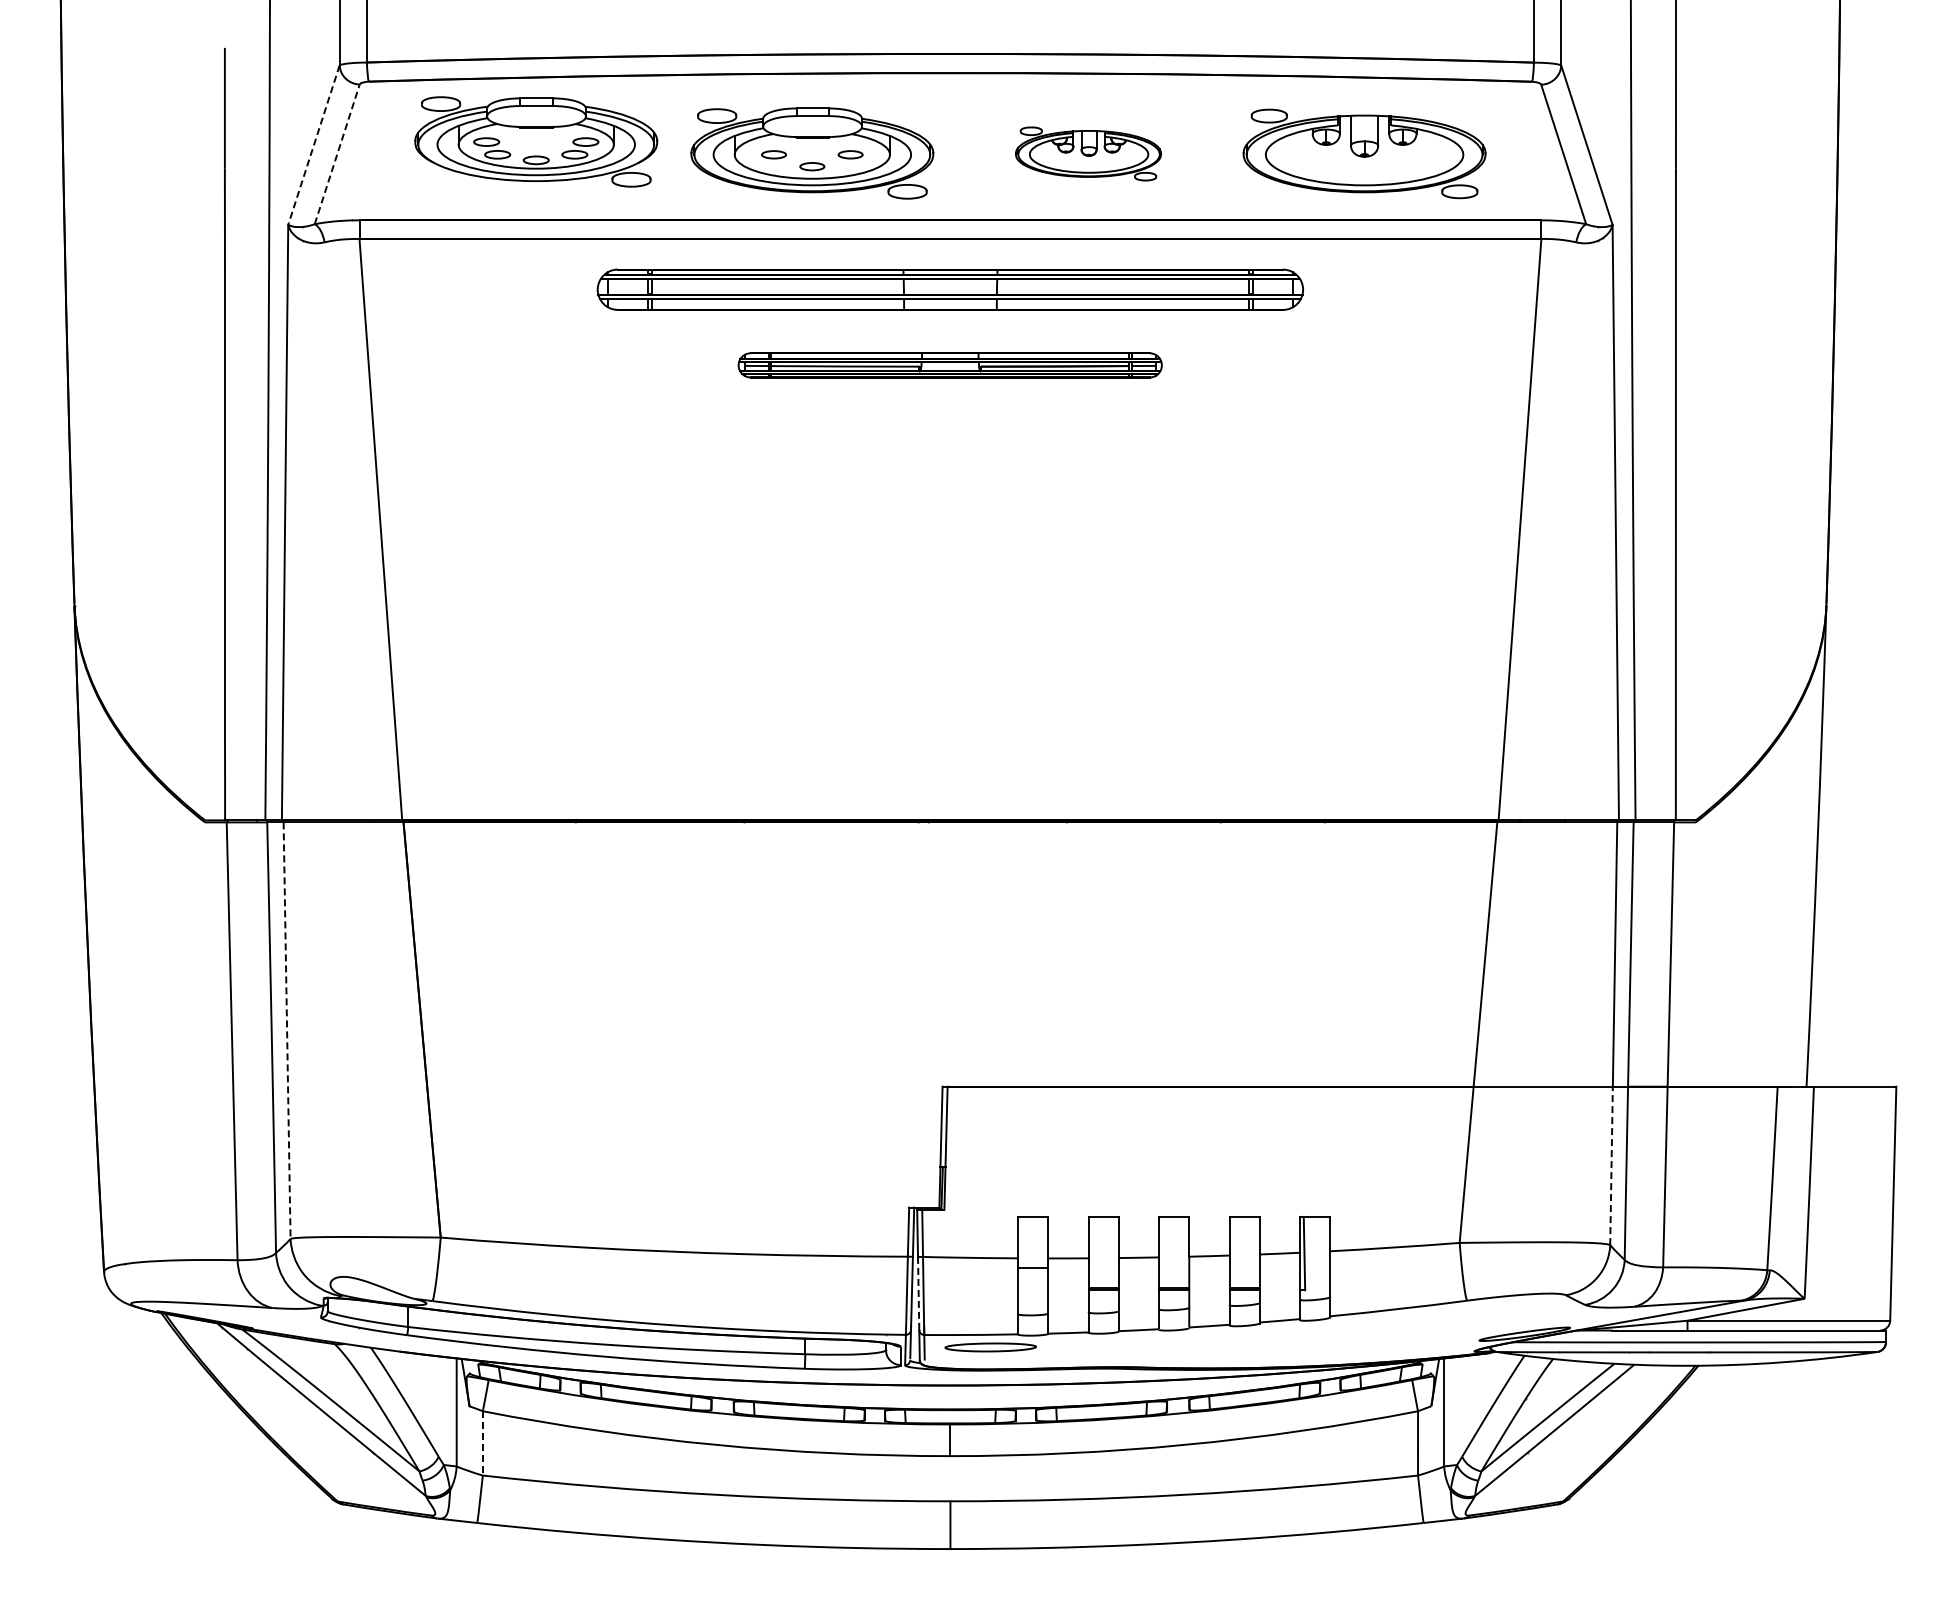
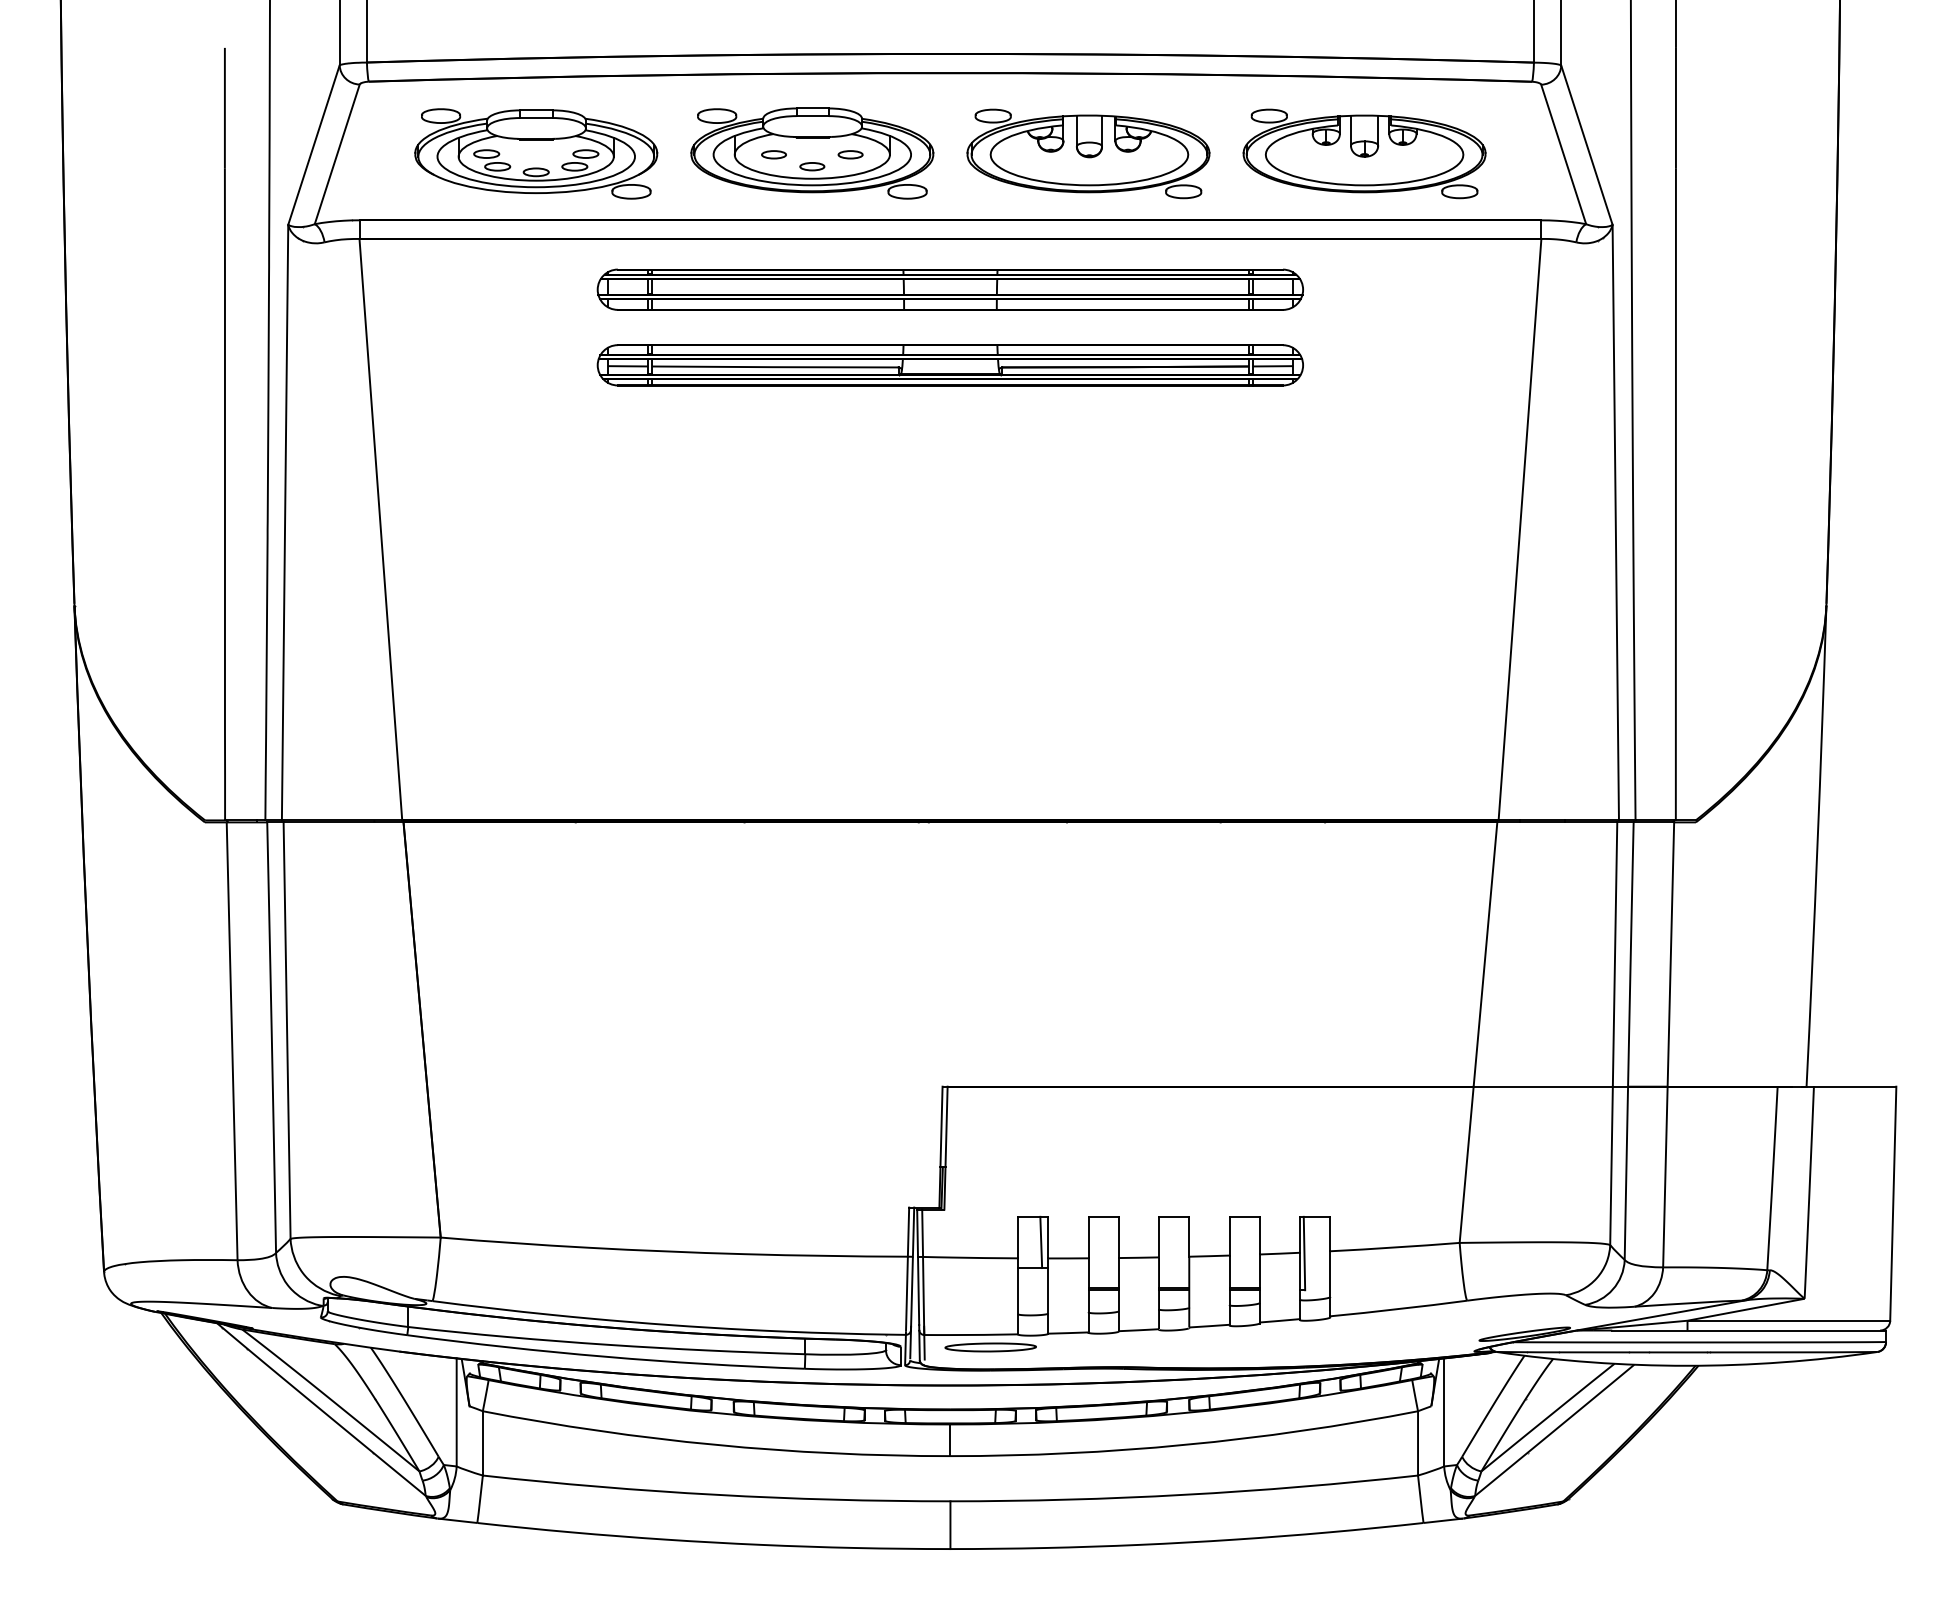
part at (536, 141) position: (536, 141) -> (536, 153)
line at (313, 145): dashed -> solid
line at (337, 153): dashed -> solid
part at (1088, 153) size: 147x56 px -> 245x92 px
part at (949, 365) size: 426x27 px -> 708x43 px
line at (287, 1031): dashed -> solid
line at (1611, 1165): dashed -> solid
line at (1041, 1242): none -> present
line at (918, 1291): dashed -> solid
line at (482, 1443): dashed -> solid
